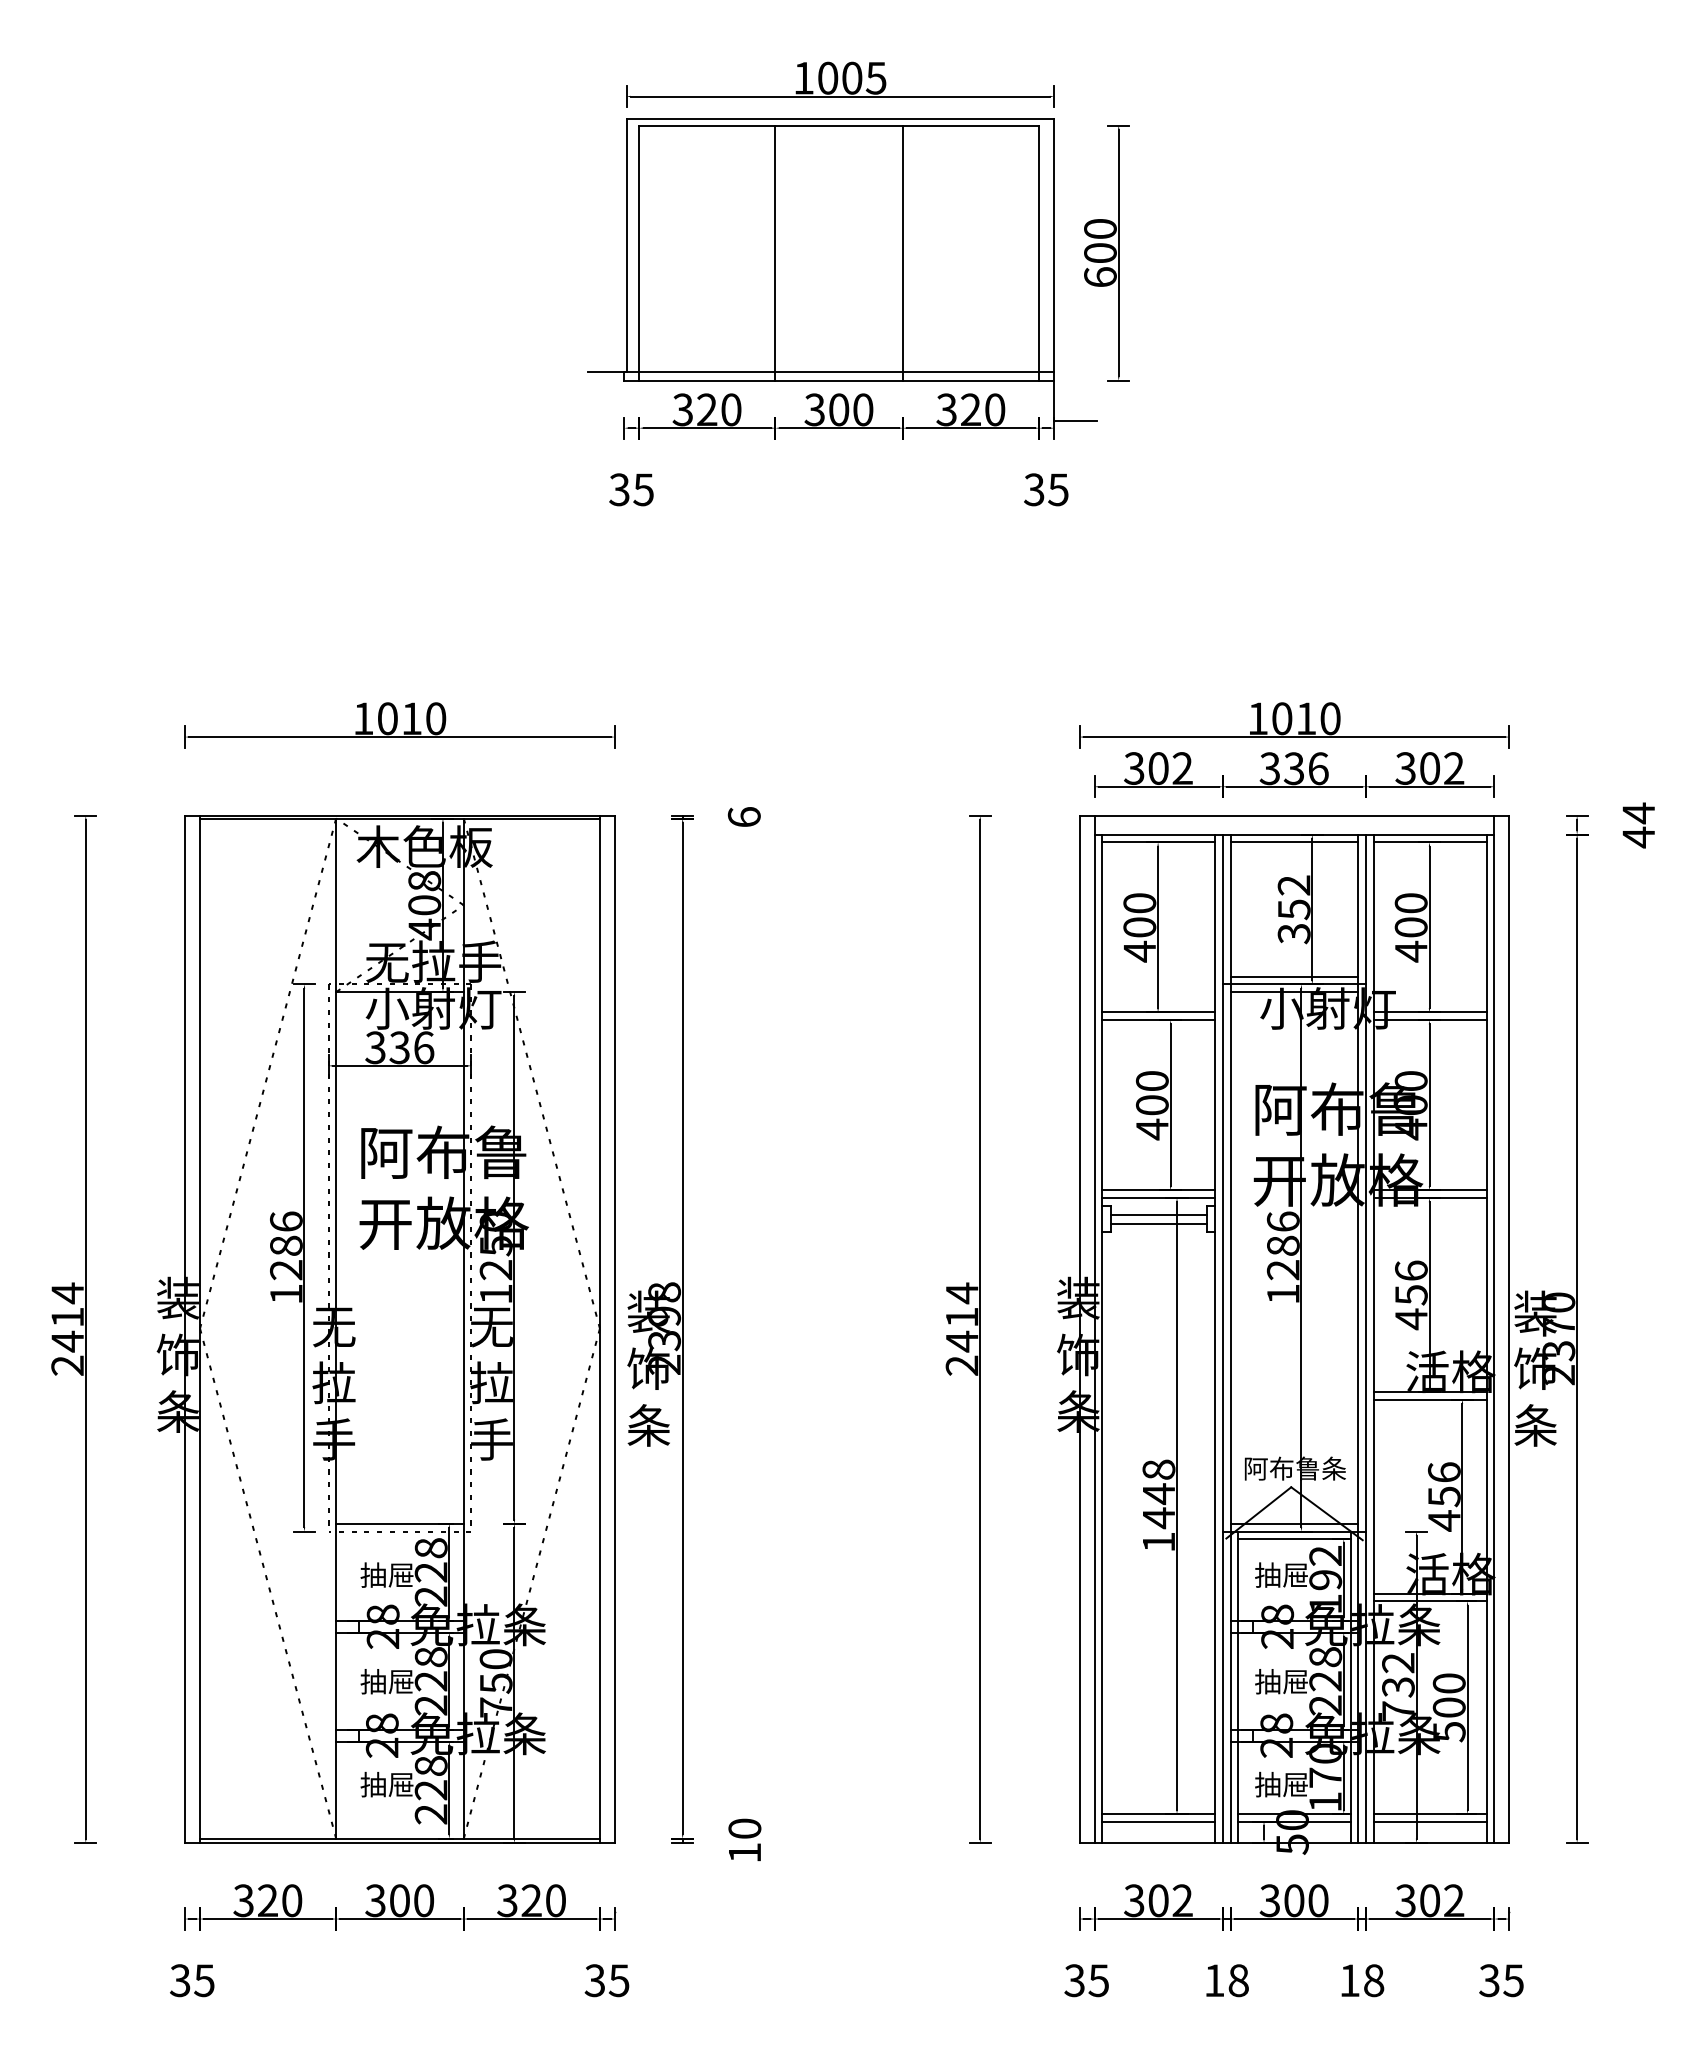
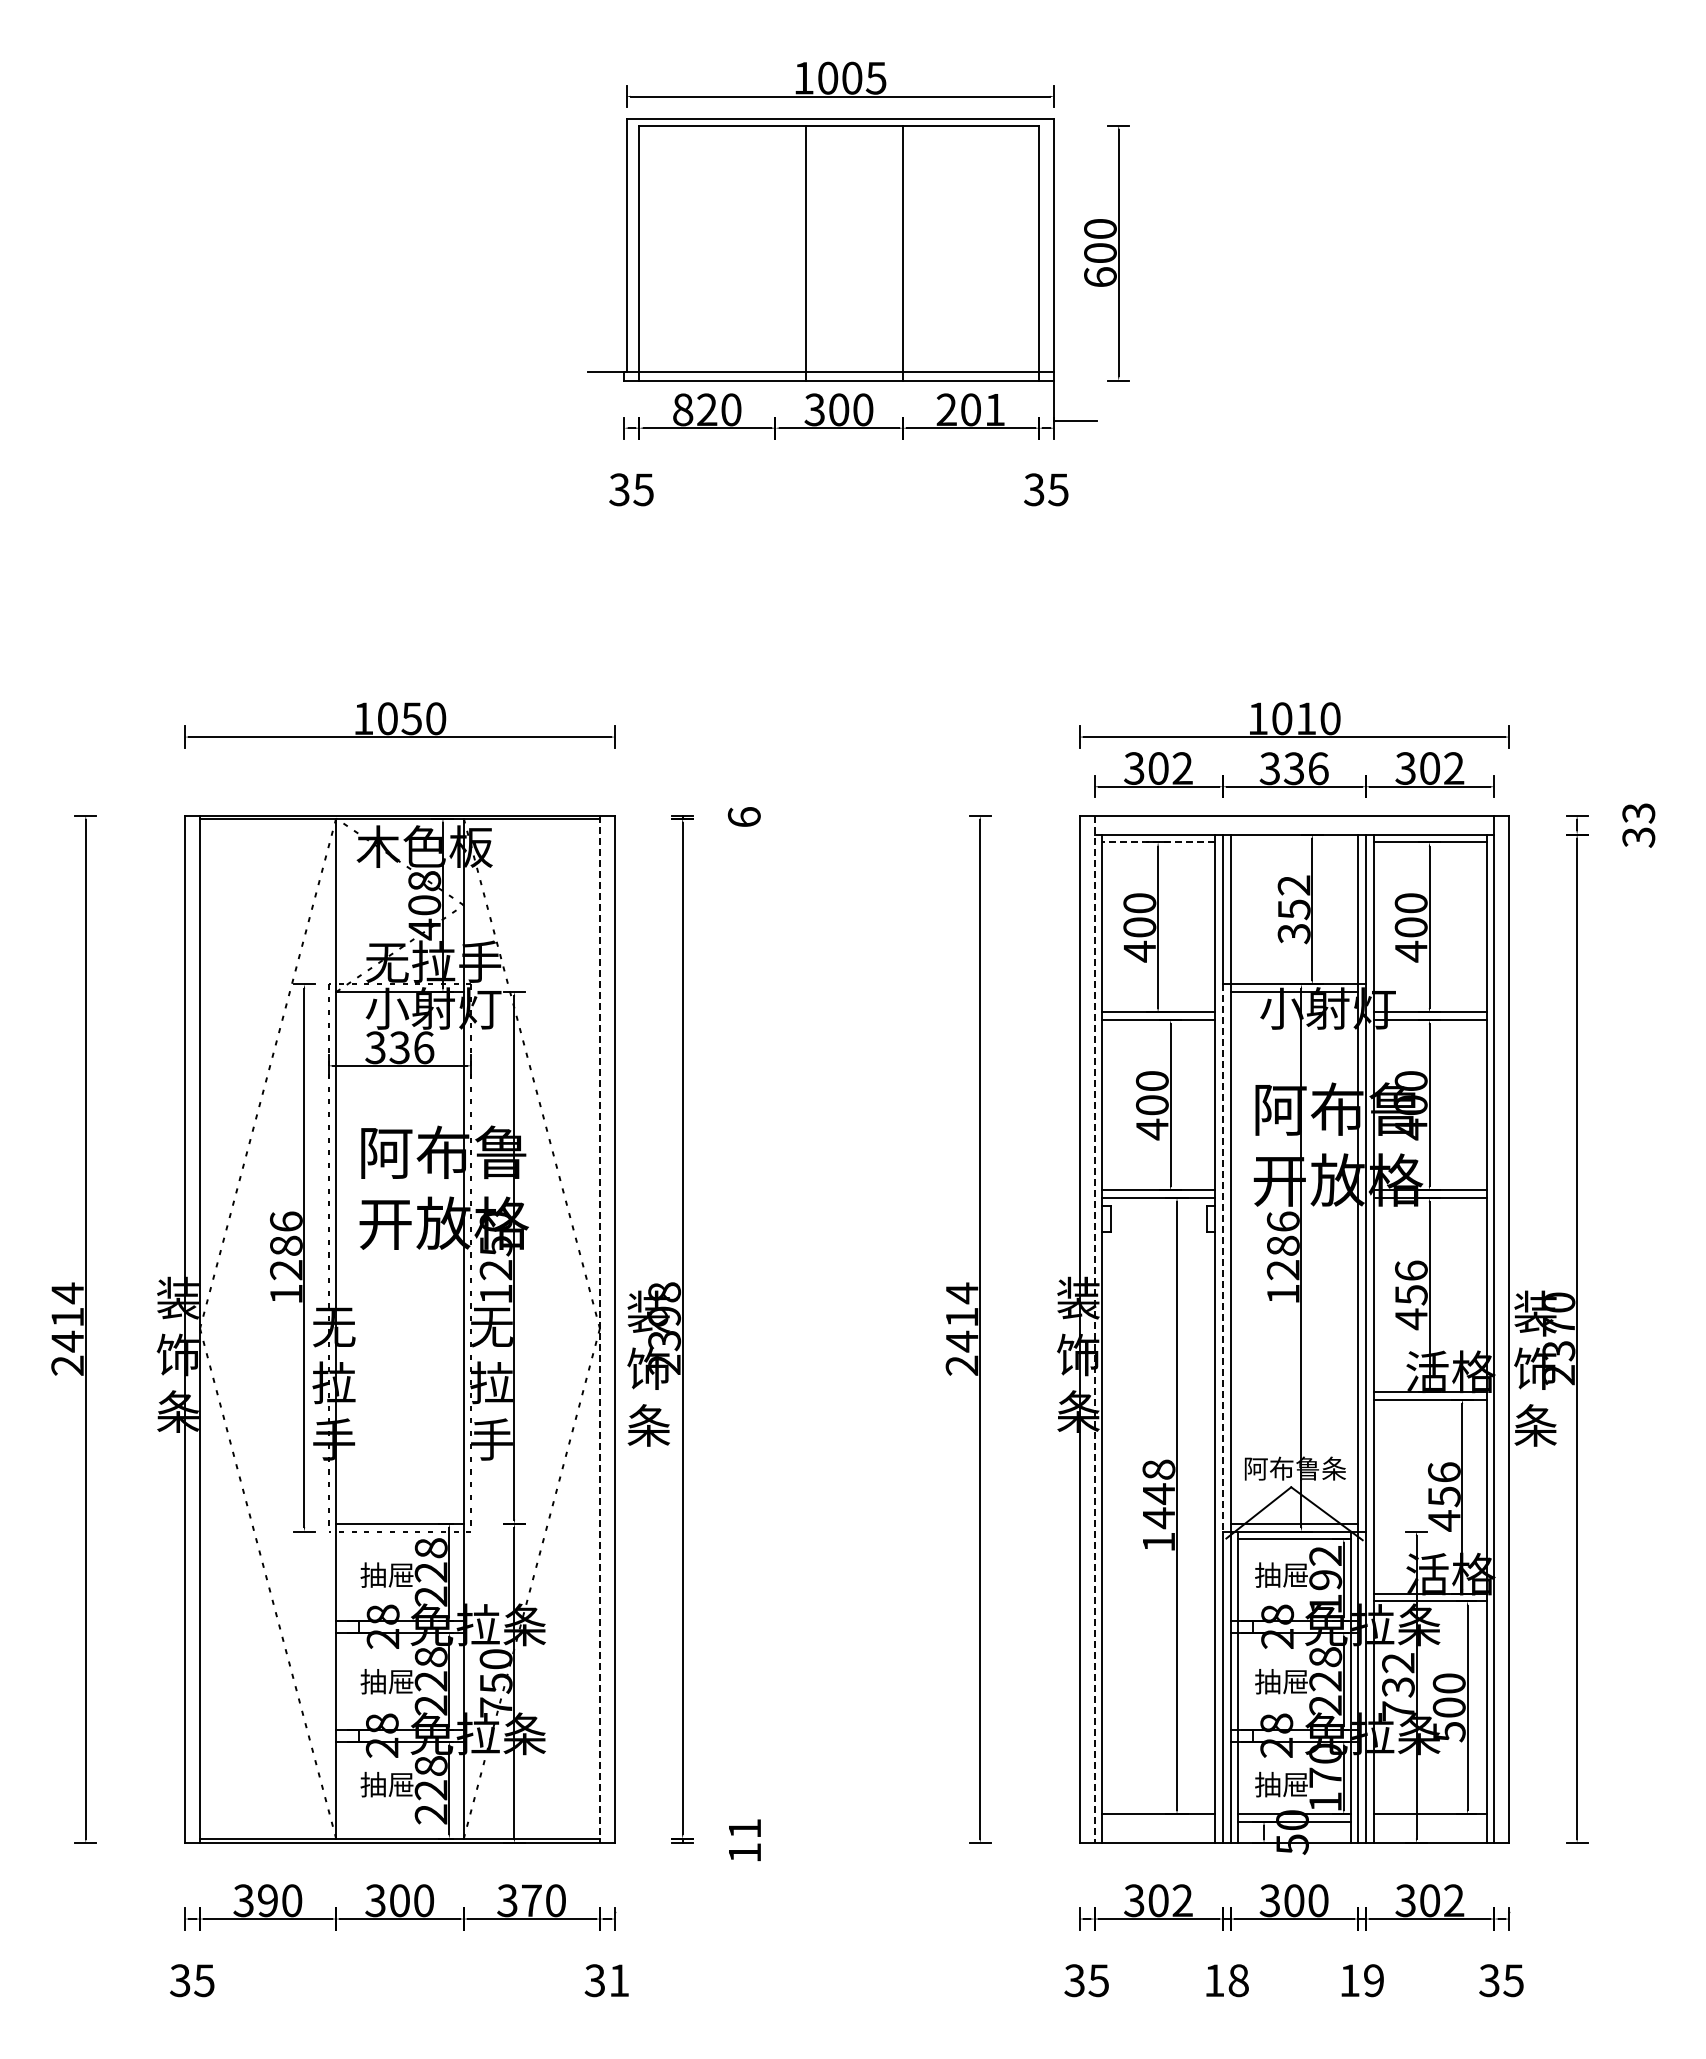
line at (775, 252) position: (775, 252) -> (806, 252)
text at (682, 409): 320 -> 820
text at (970, 409): 320 -> 201
text at (411, 718): 1010 -> 1050
text at (1638, 825): 44 -> 33
line at (1158, 842): solid -> dashed
line at (1294, 842): present -> none
line at (1294, 976): present -> none
line at (1158, 1215): present -> none
line at (1158, 1223): present -> none
line at (1222, 1257): solid -> dashed
line at (599, 1329): solid -> dashed
line at (1094, 1329): solid -> dashed
line at (1158, 1821): present -> none
line at (1429, 1821): present -> none
text at (744, 1828): 10 -> 11
text at (267, 1900): 320 -> 390
text at (531, 1900): 320 -> 370
text at (618, 1980): 35 -> 31
text at (1374, 1980): 18 -> 19
